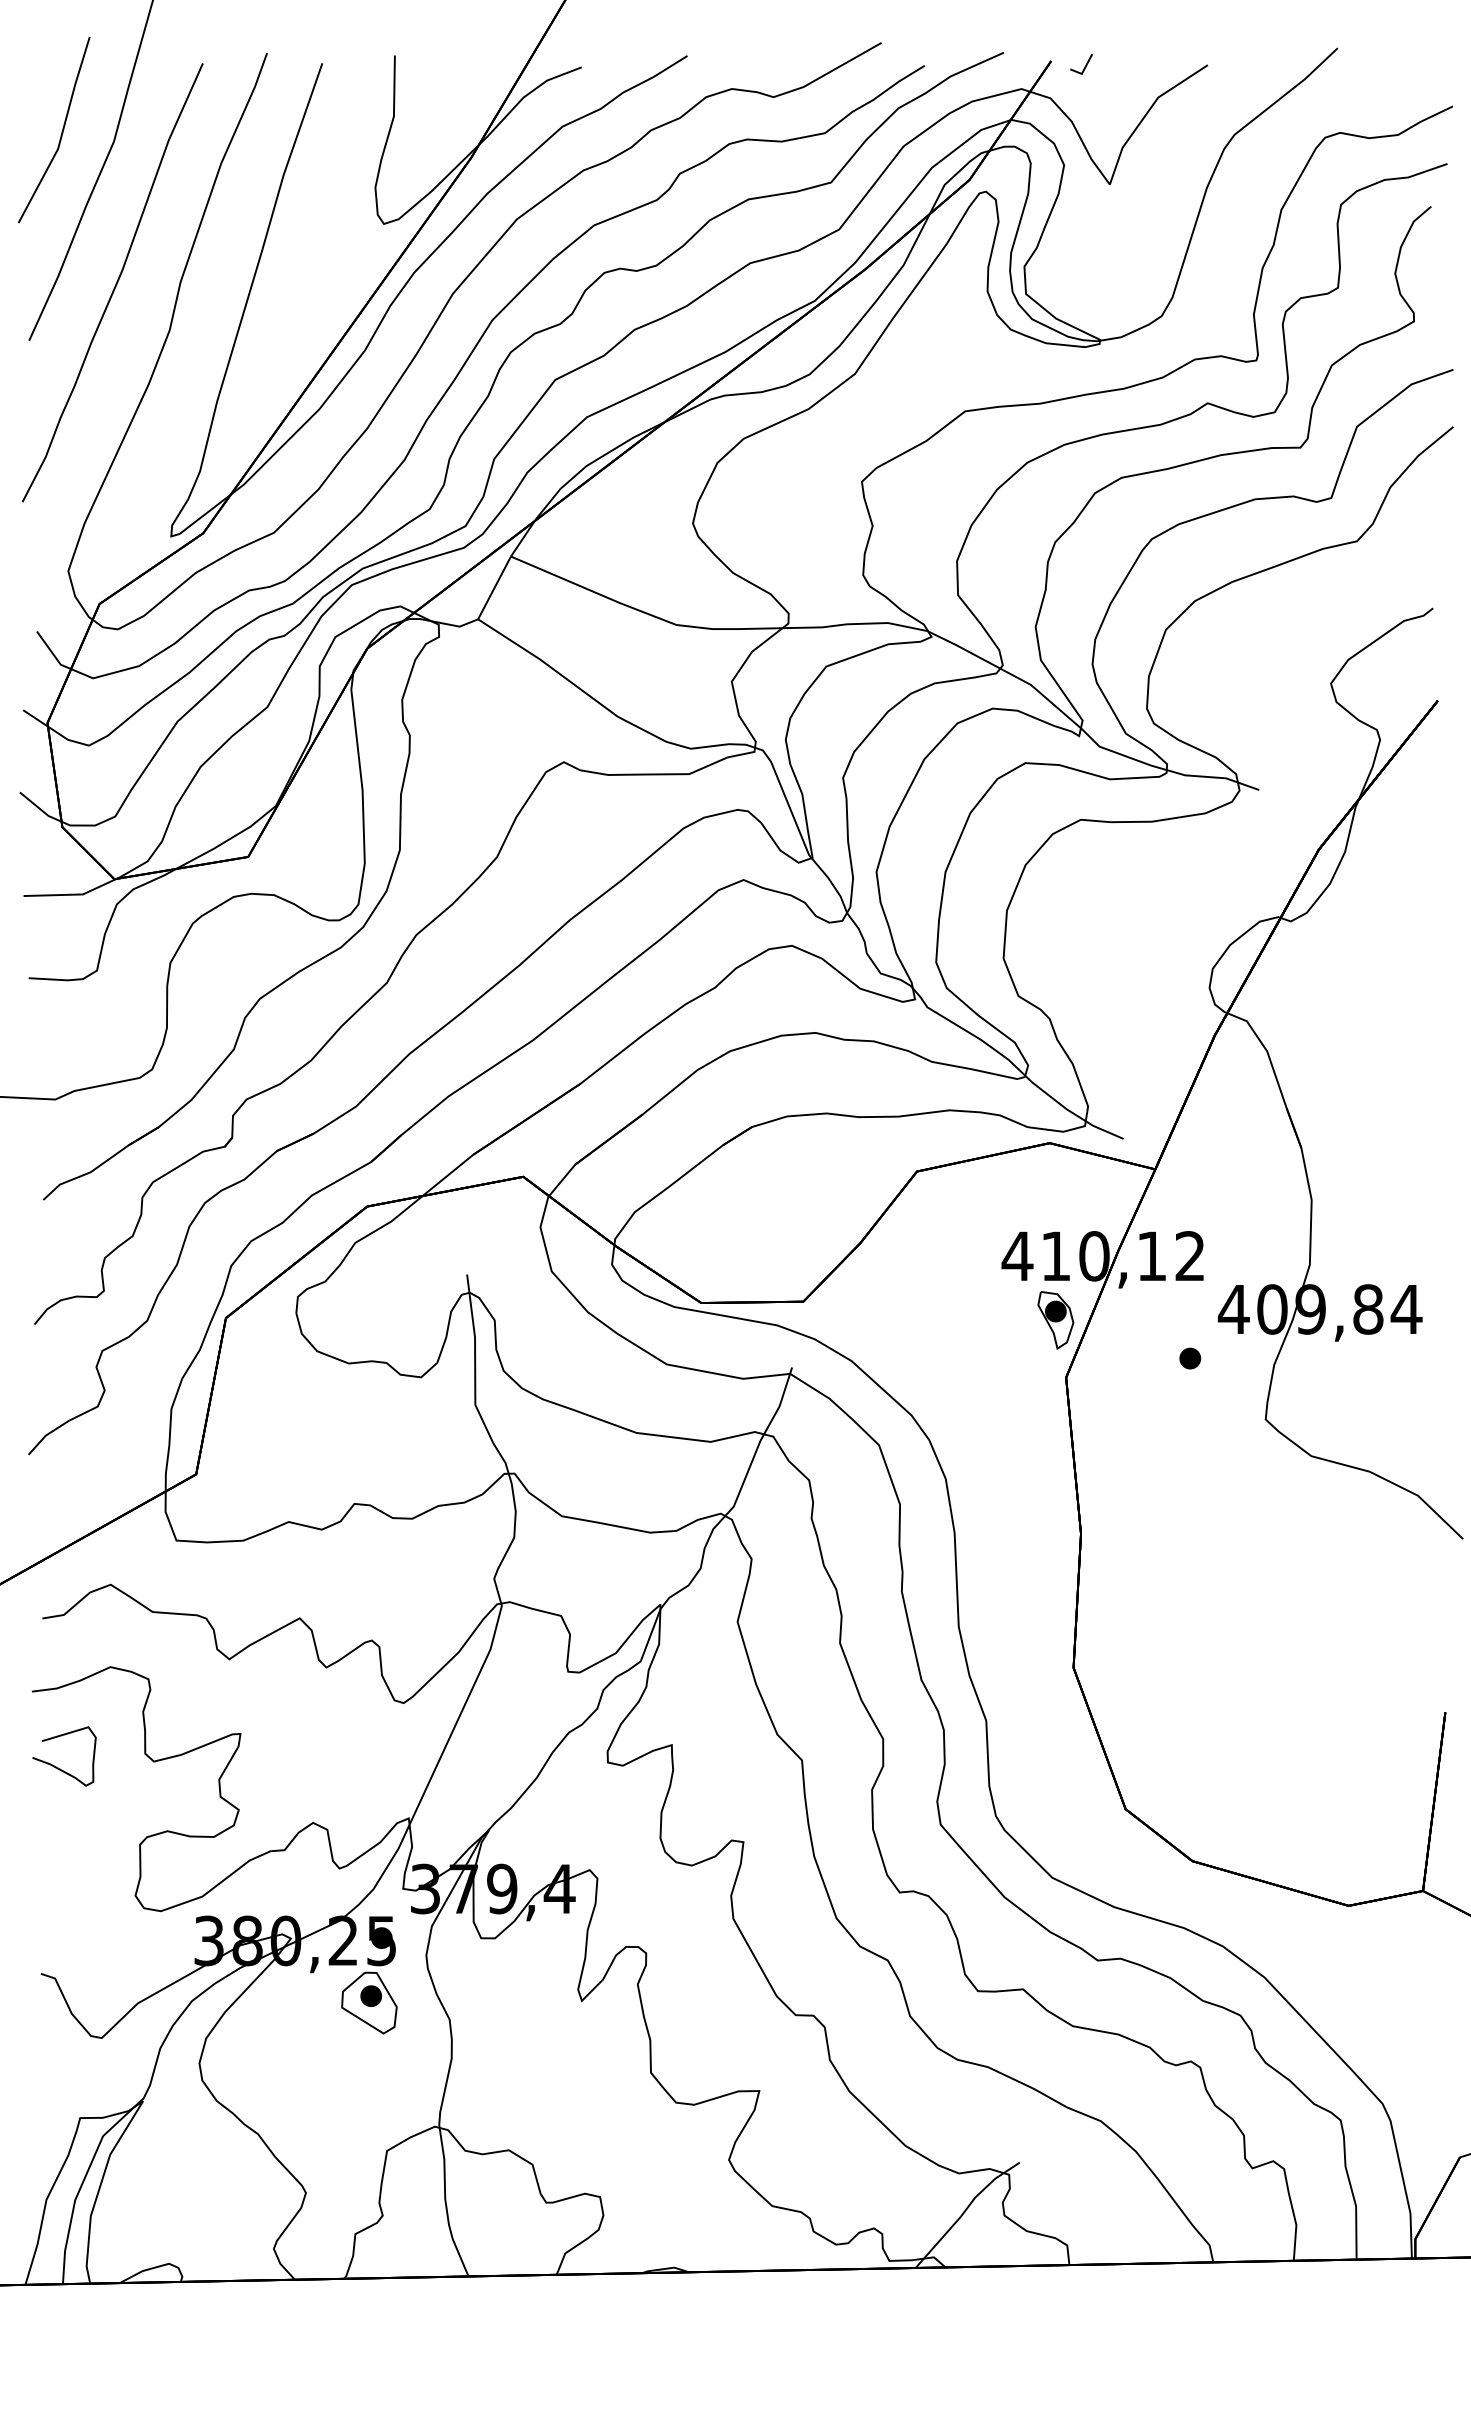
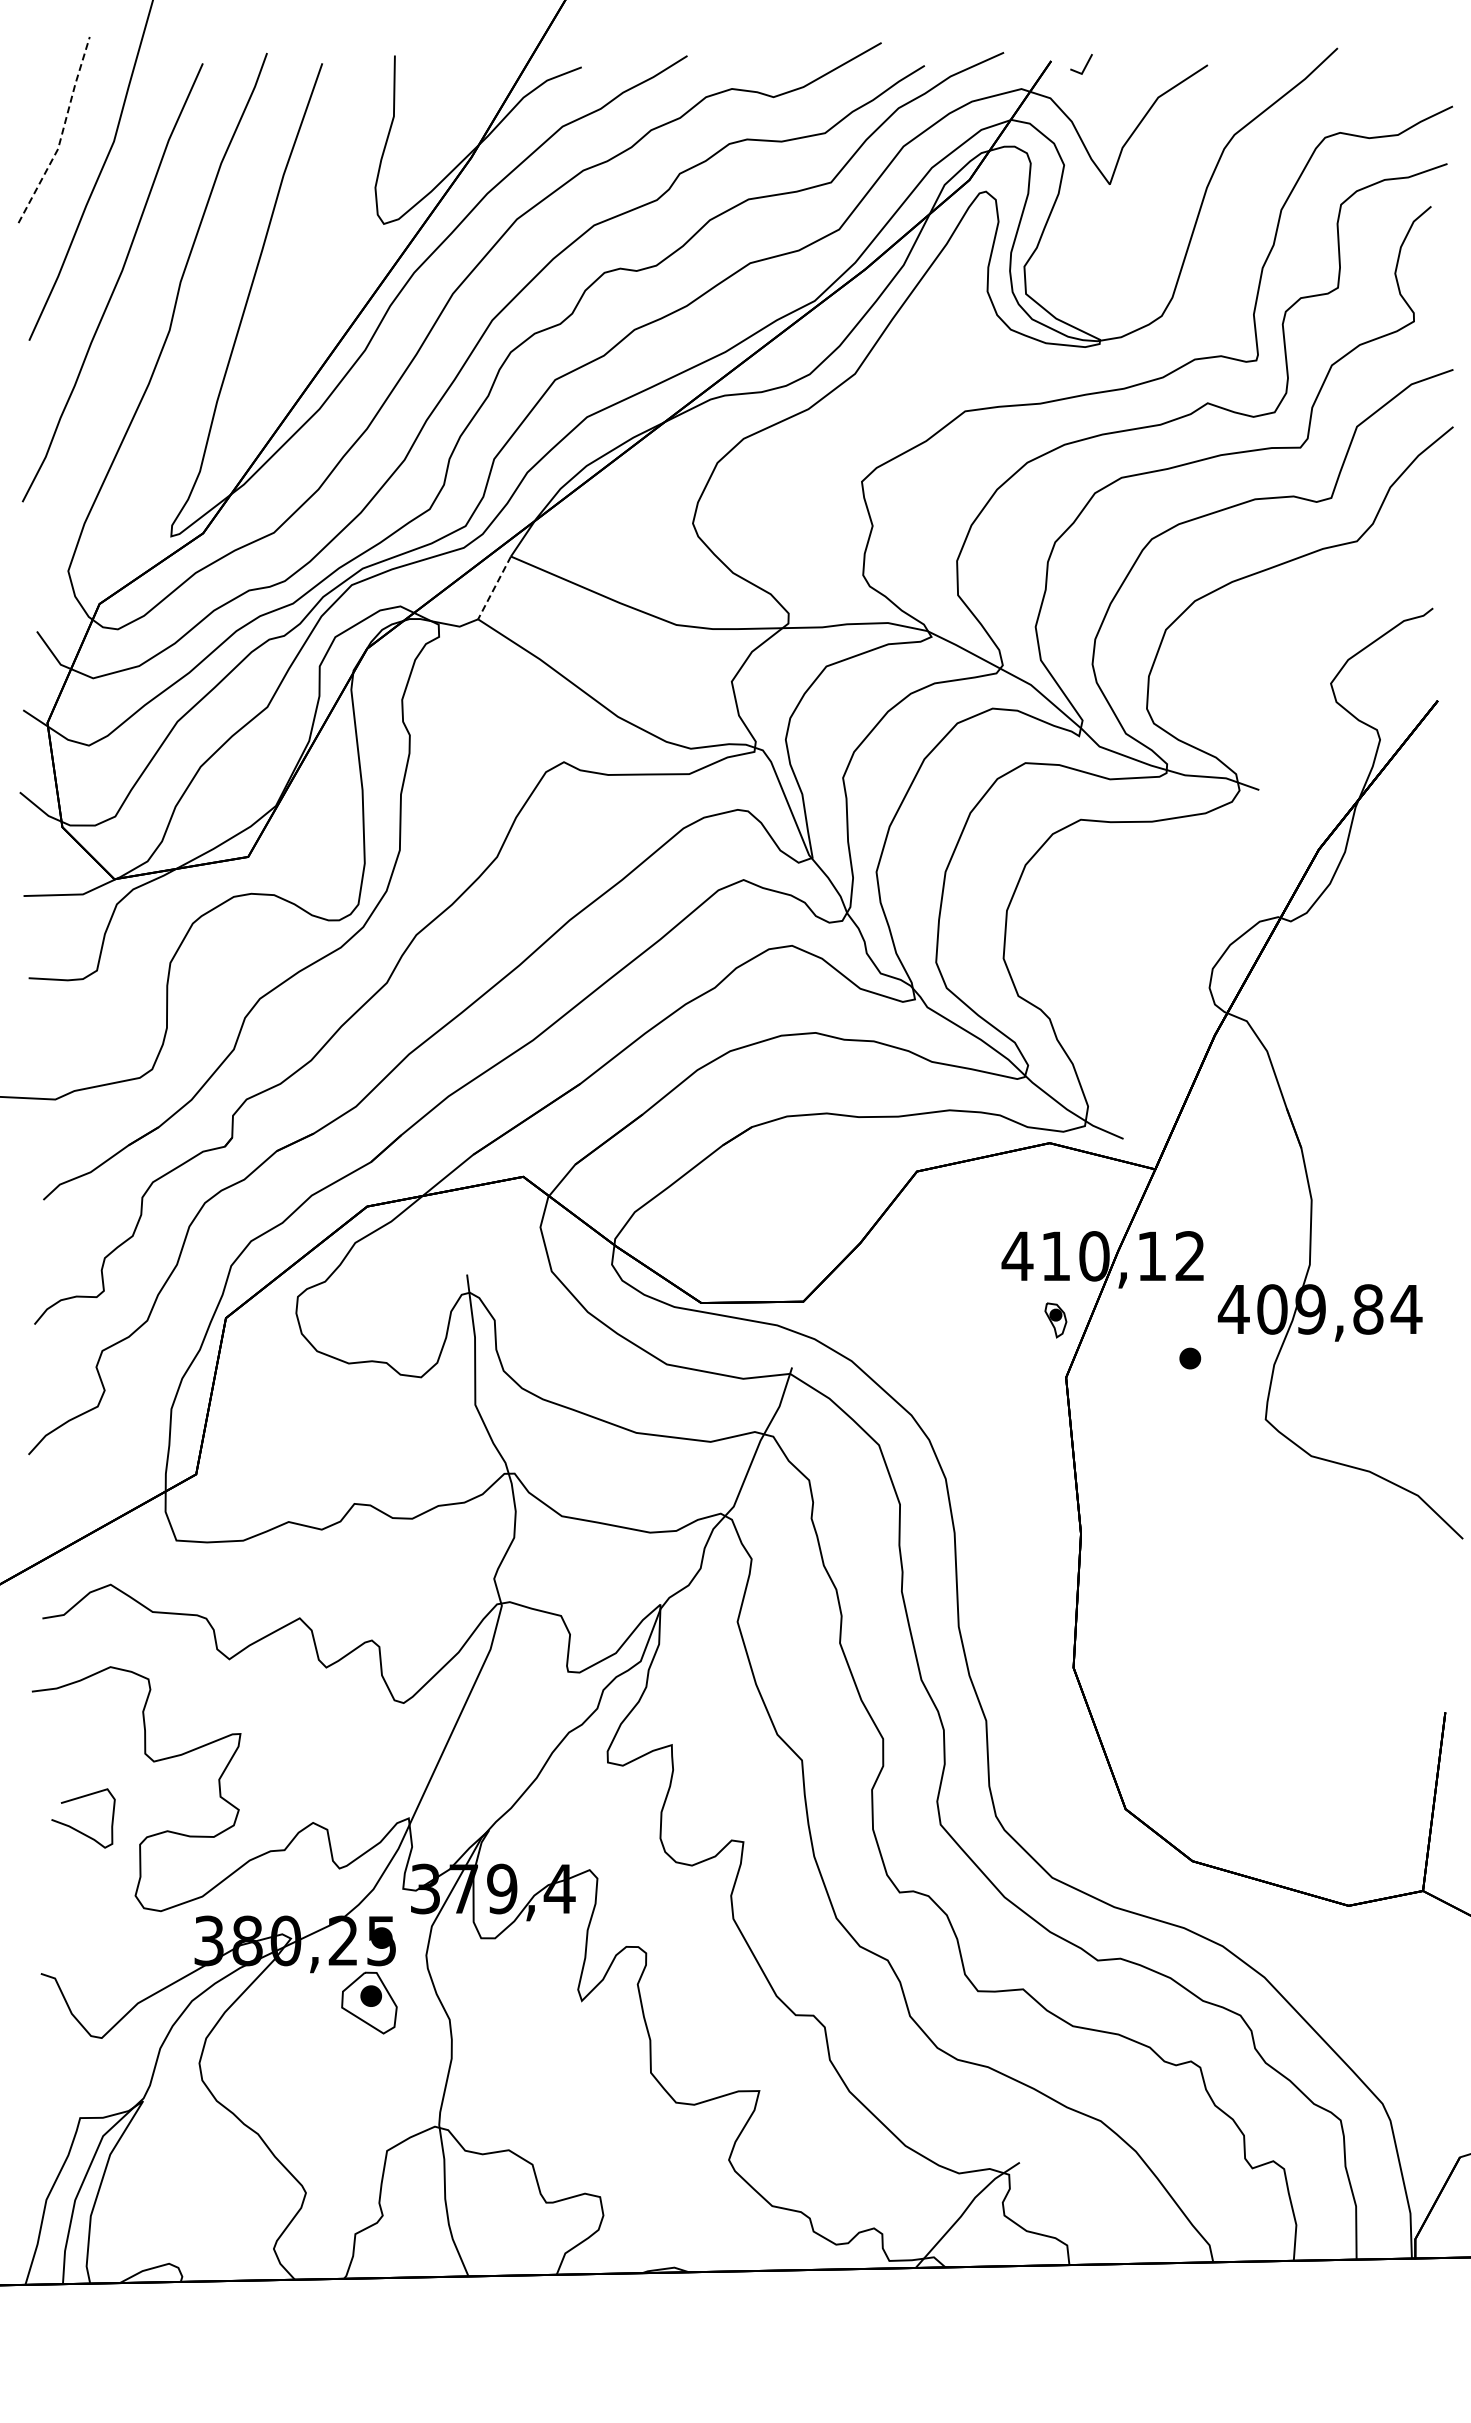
line at (62, 133): solid -> dashed
line at (494, 588): solid -> dashed
part at (1055, 1320) size: 38x59 px -> 24x37 px
curve at (58, 1767) position: (58, 1767) -> (77, 1829)
